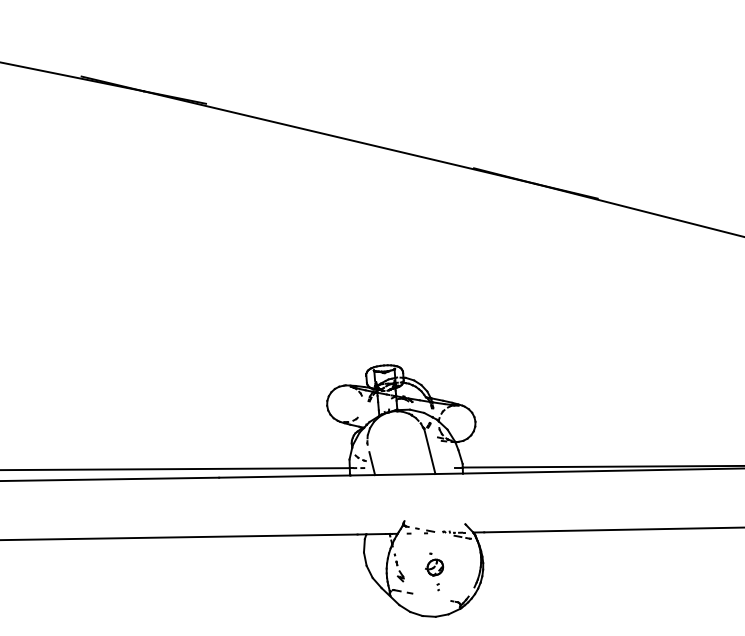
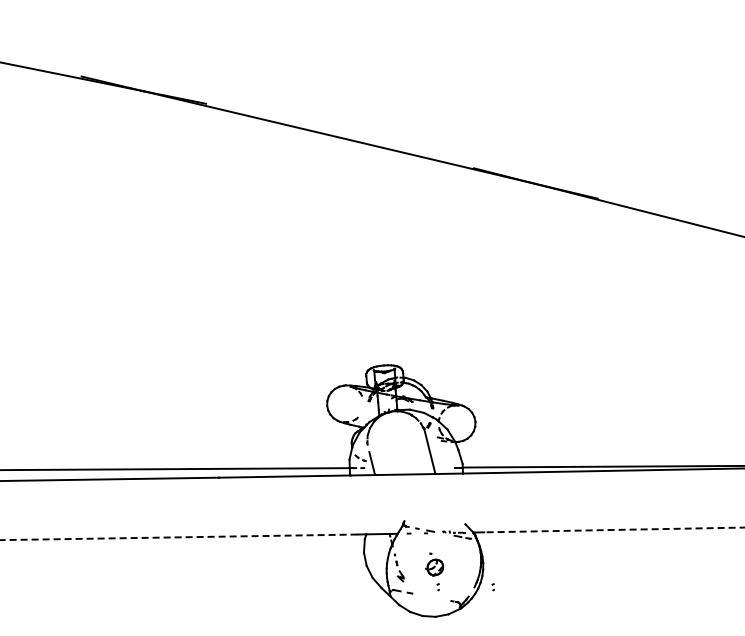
line at (614, 529): solid -> dashed
line at (178, 537): solid -> dashed
part at (492, 587): none -> present
